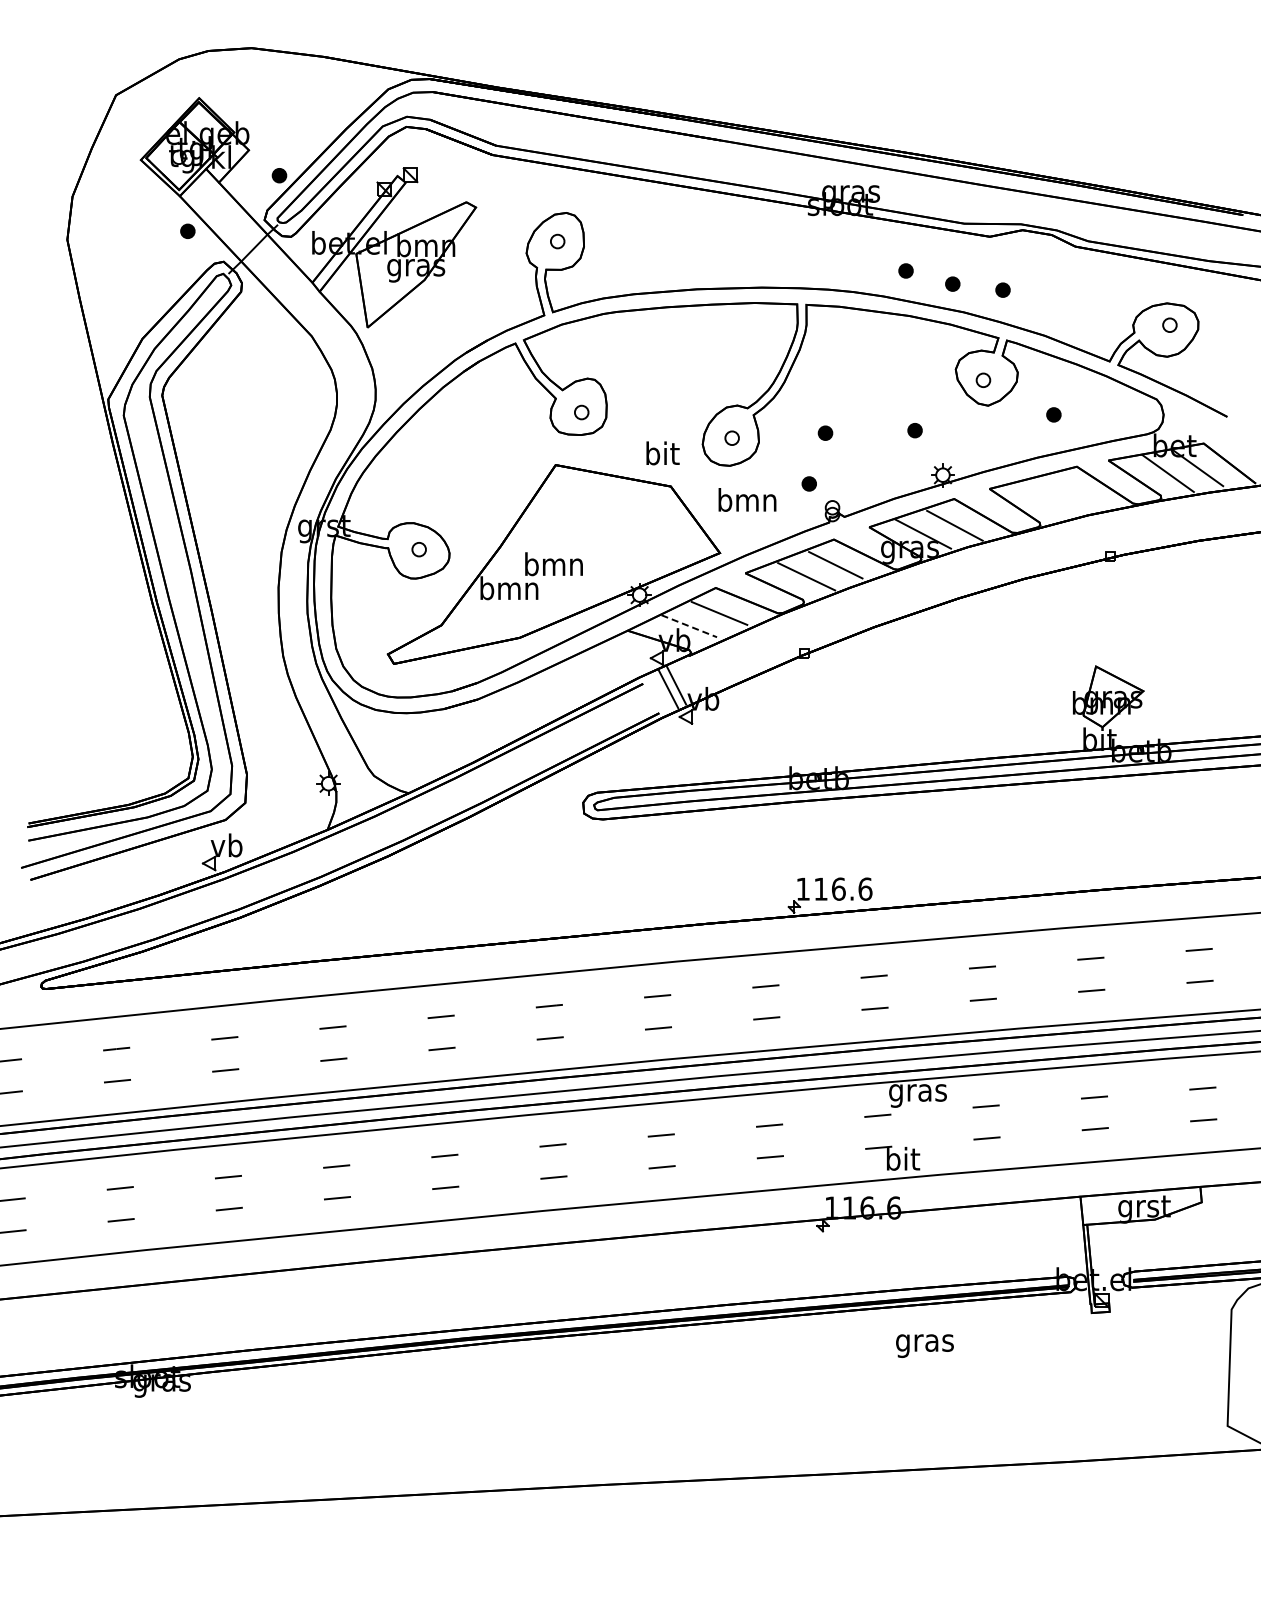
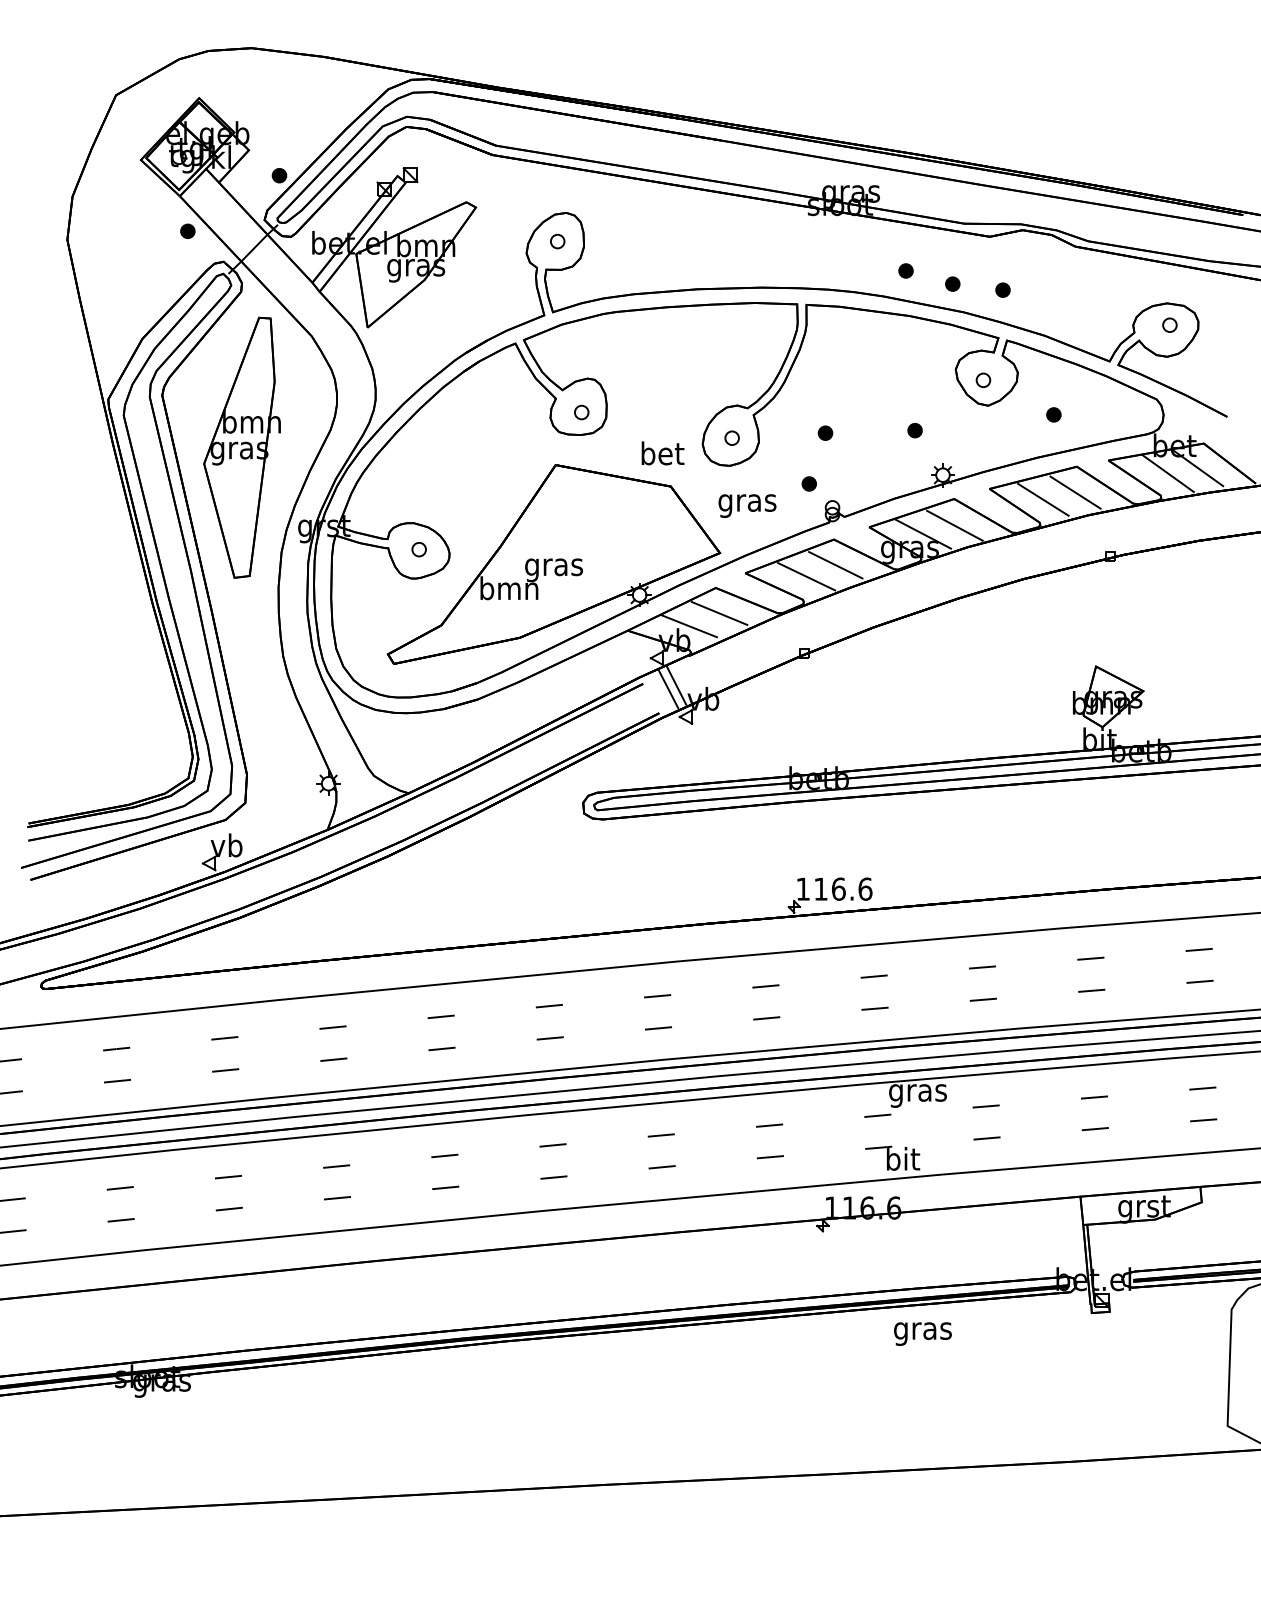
part at (241, 447): none -> present
text at (662, 453): bit -> bet
line at (1075, 492): none -> present
line at (1042, 499): none -> present
text at (747, 502): bmn -> gras
text at (553, 567): bmn -> gras
line at (689, 626): dashed -> solid
text at (924, 1345) position: (924, 1345) -> (922, 1333)
